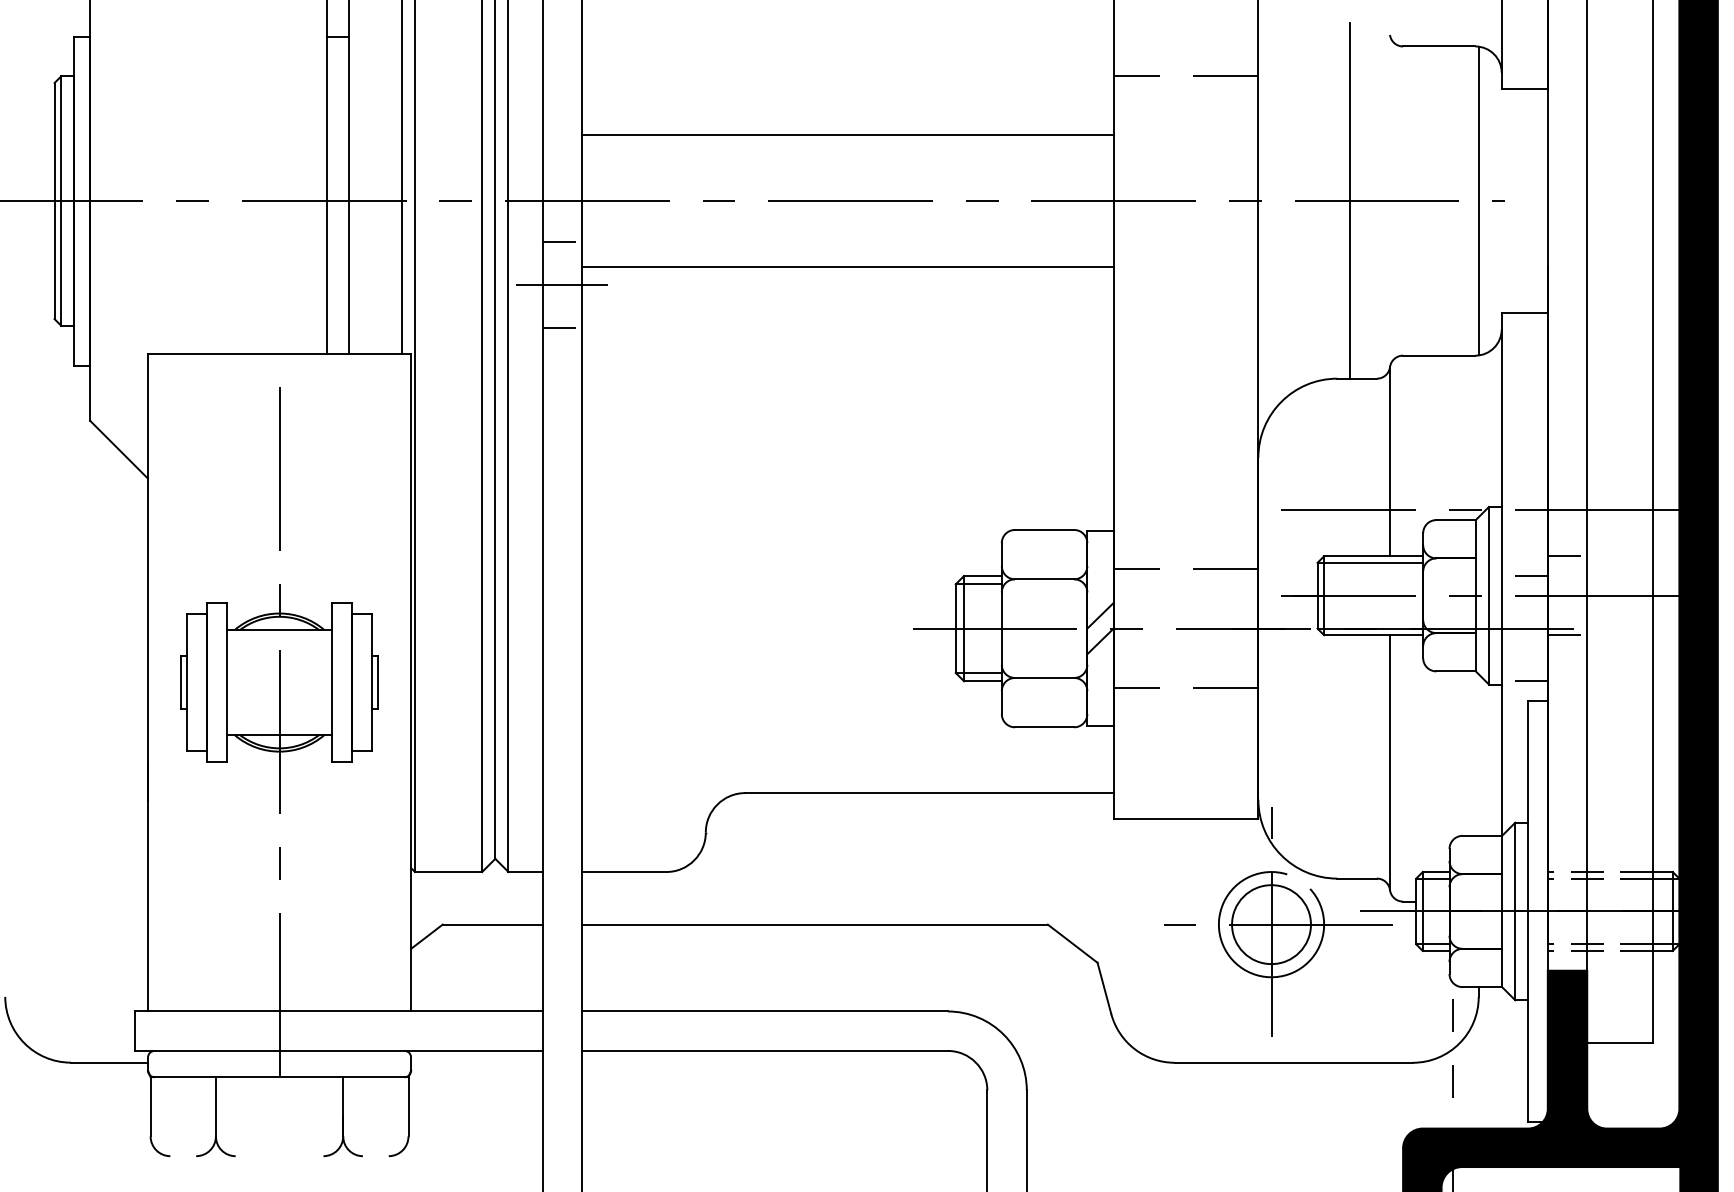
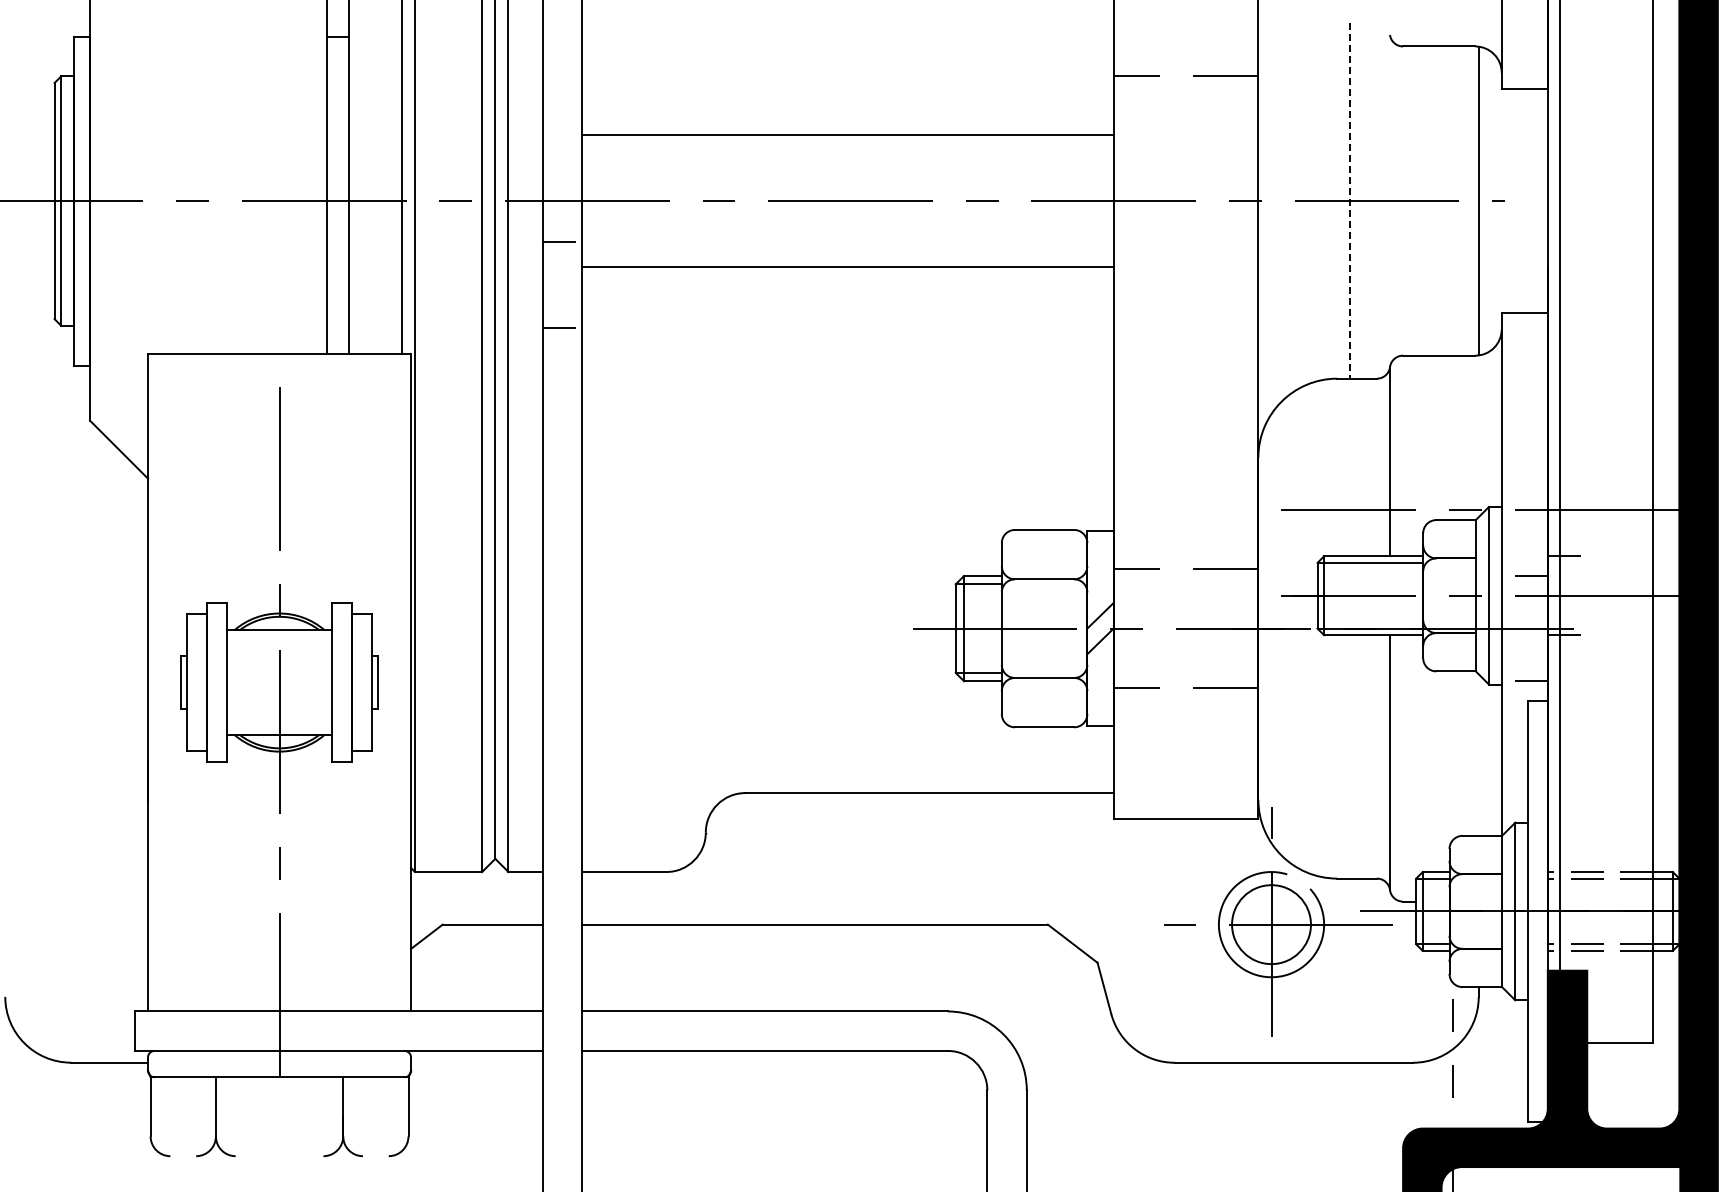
line at (1350, 201): solid -> dashed
line at (562, 284): present -> none
line at (1587, 486) position: (1587, 486) -> (1560, 486)
